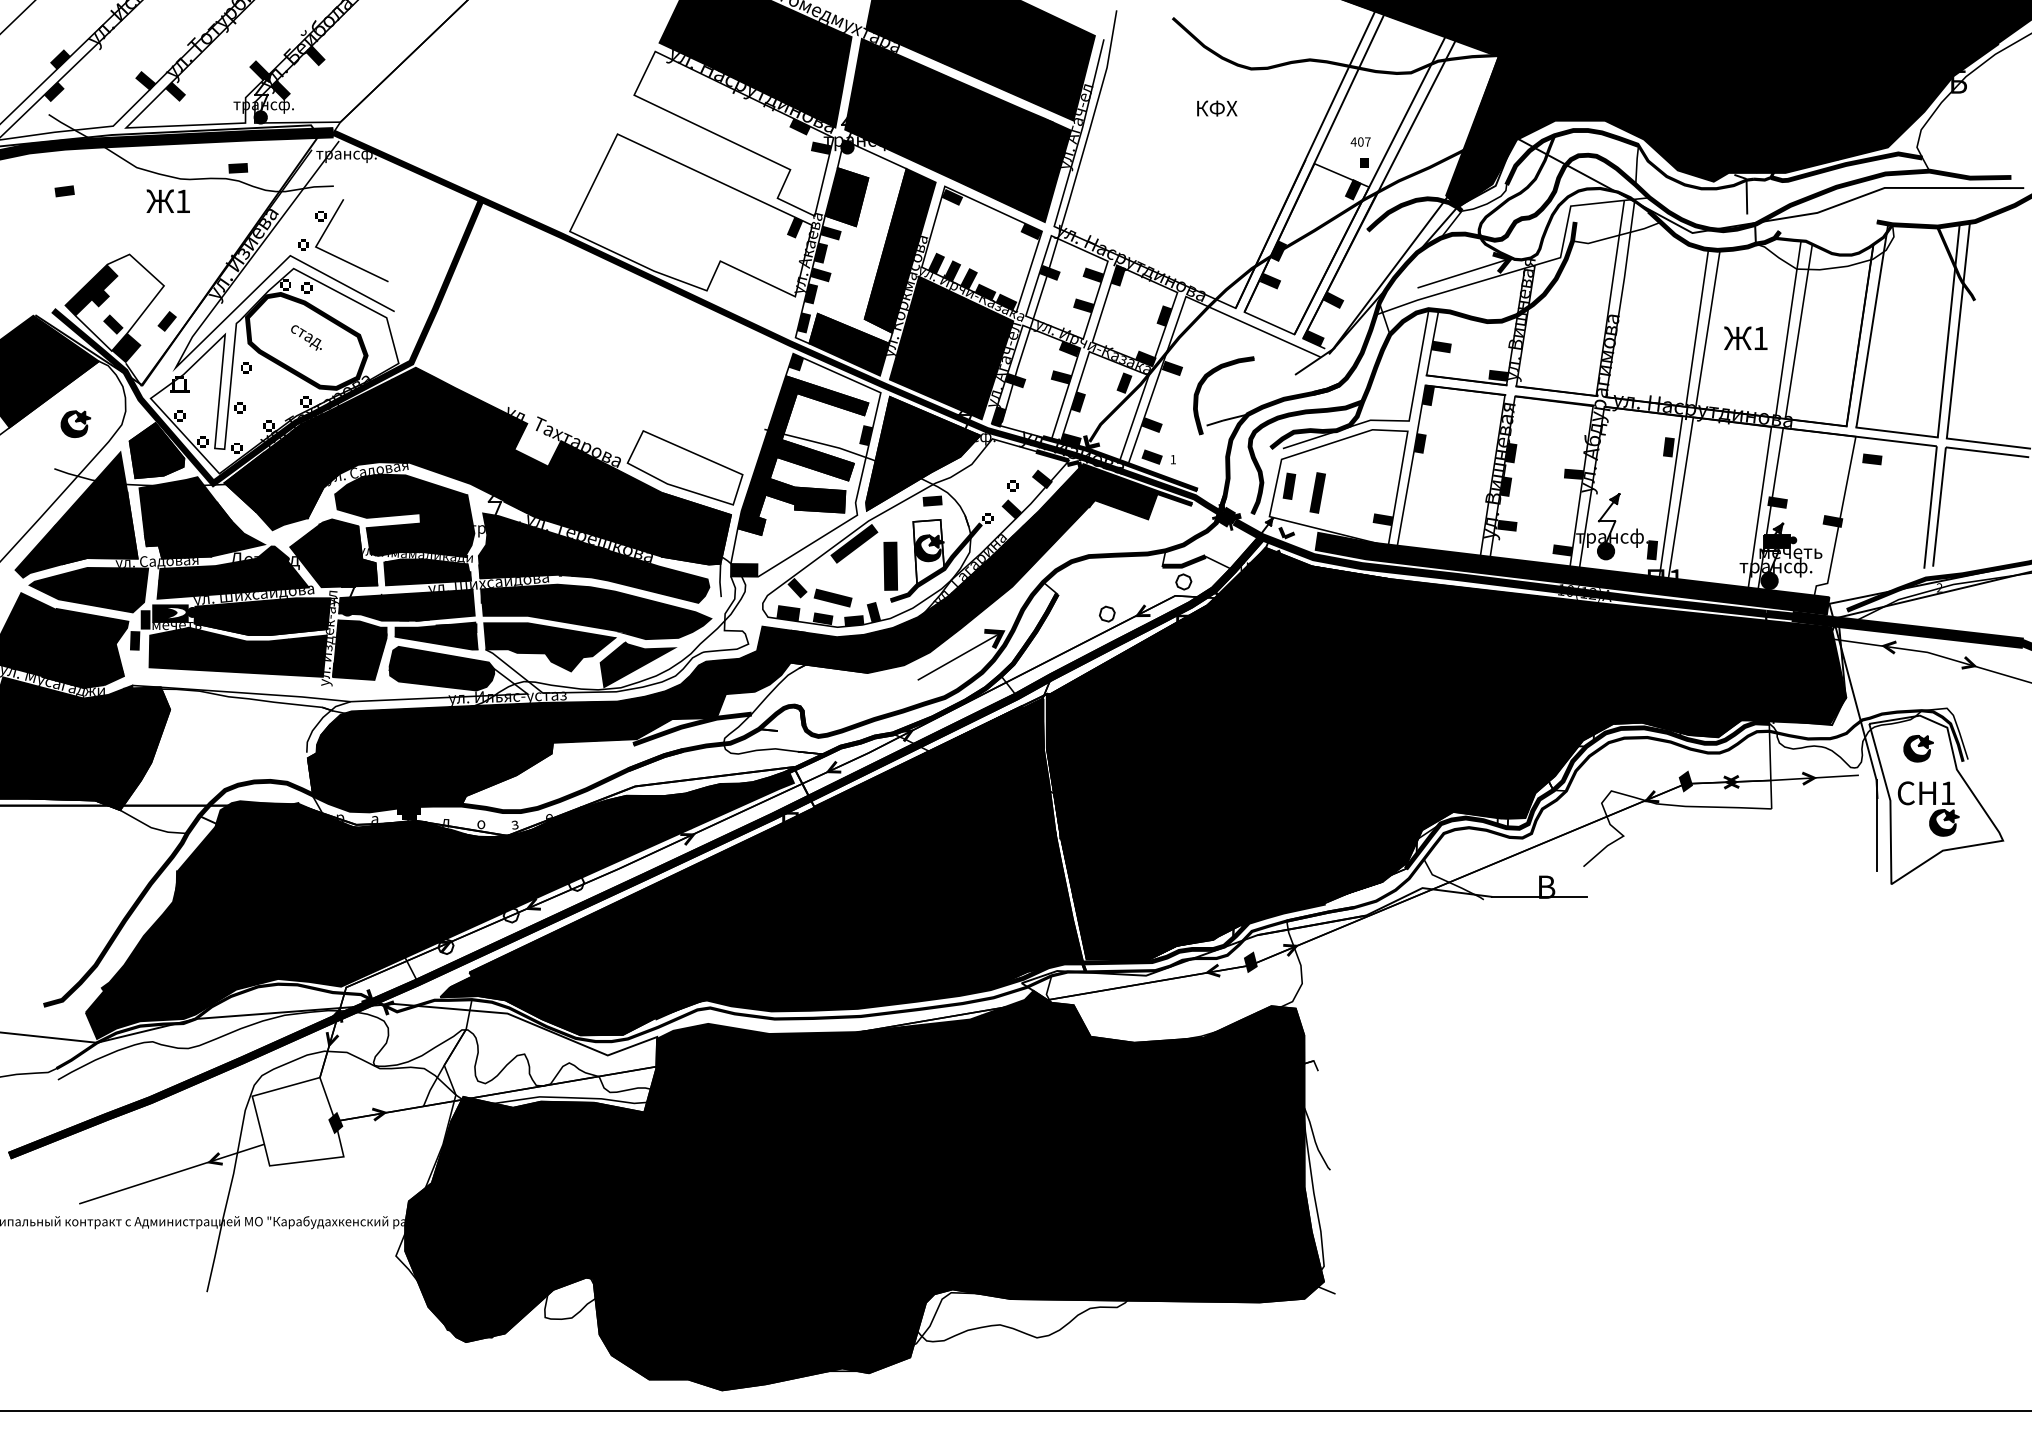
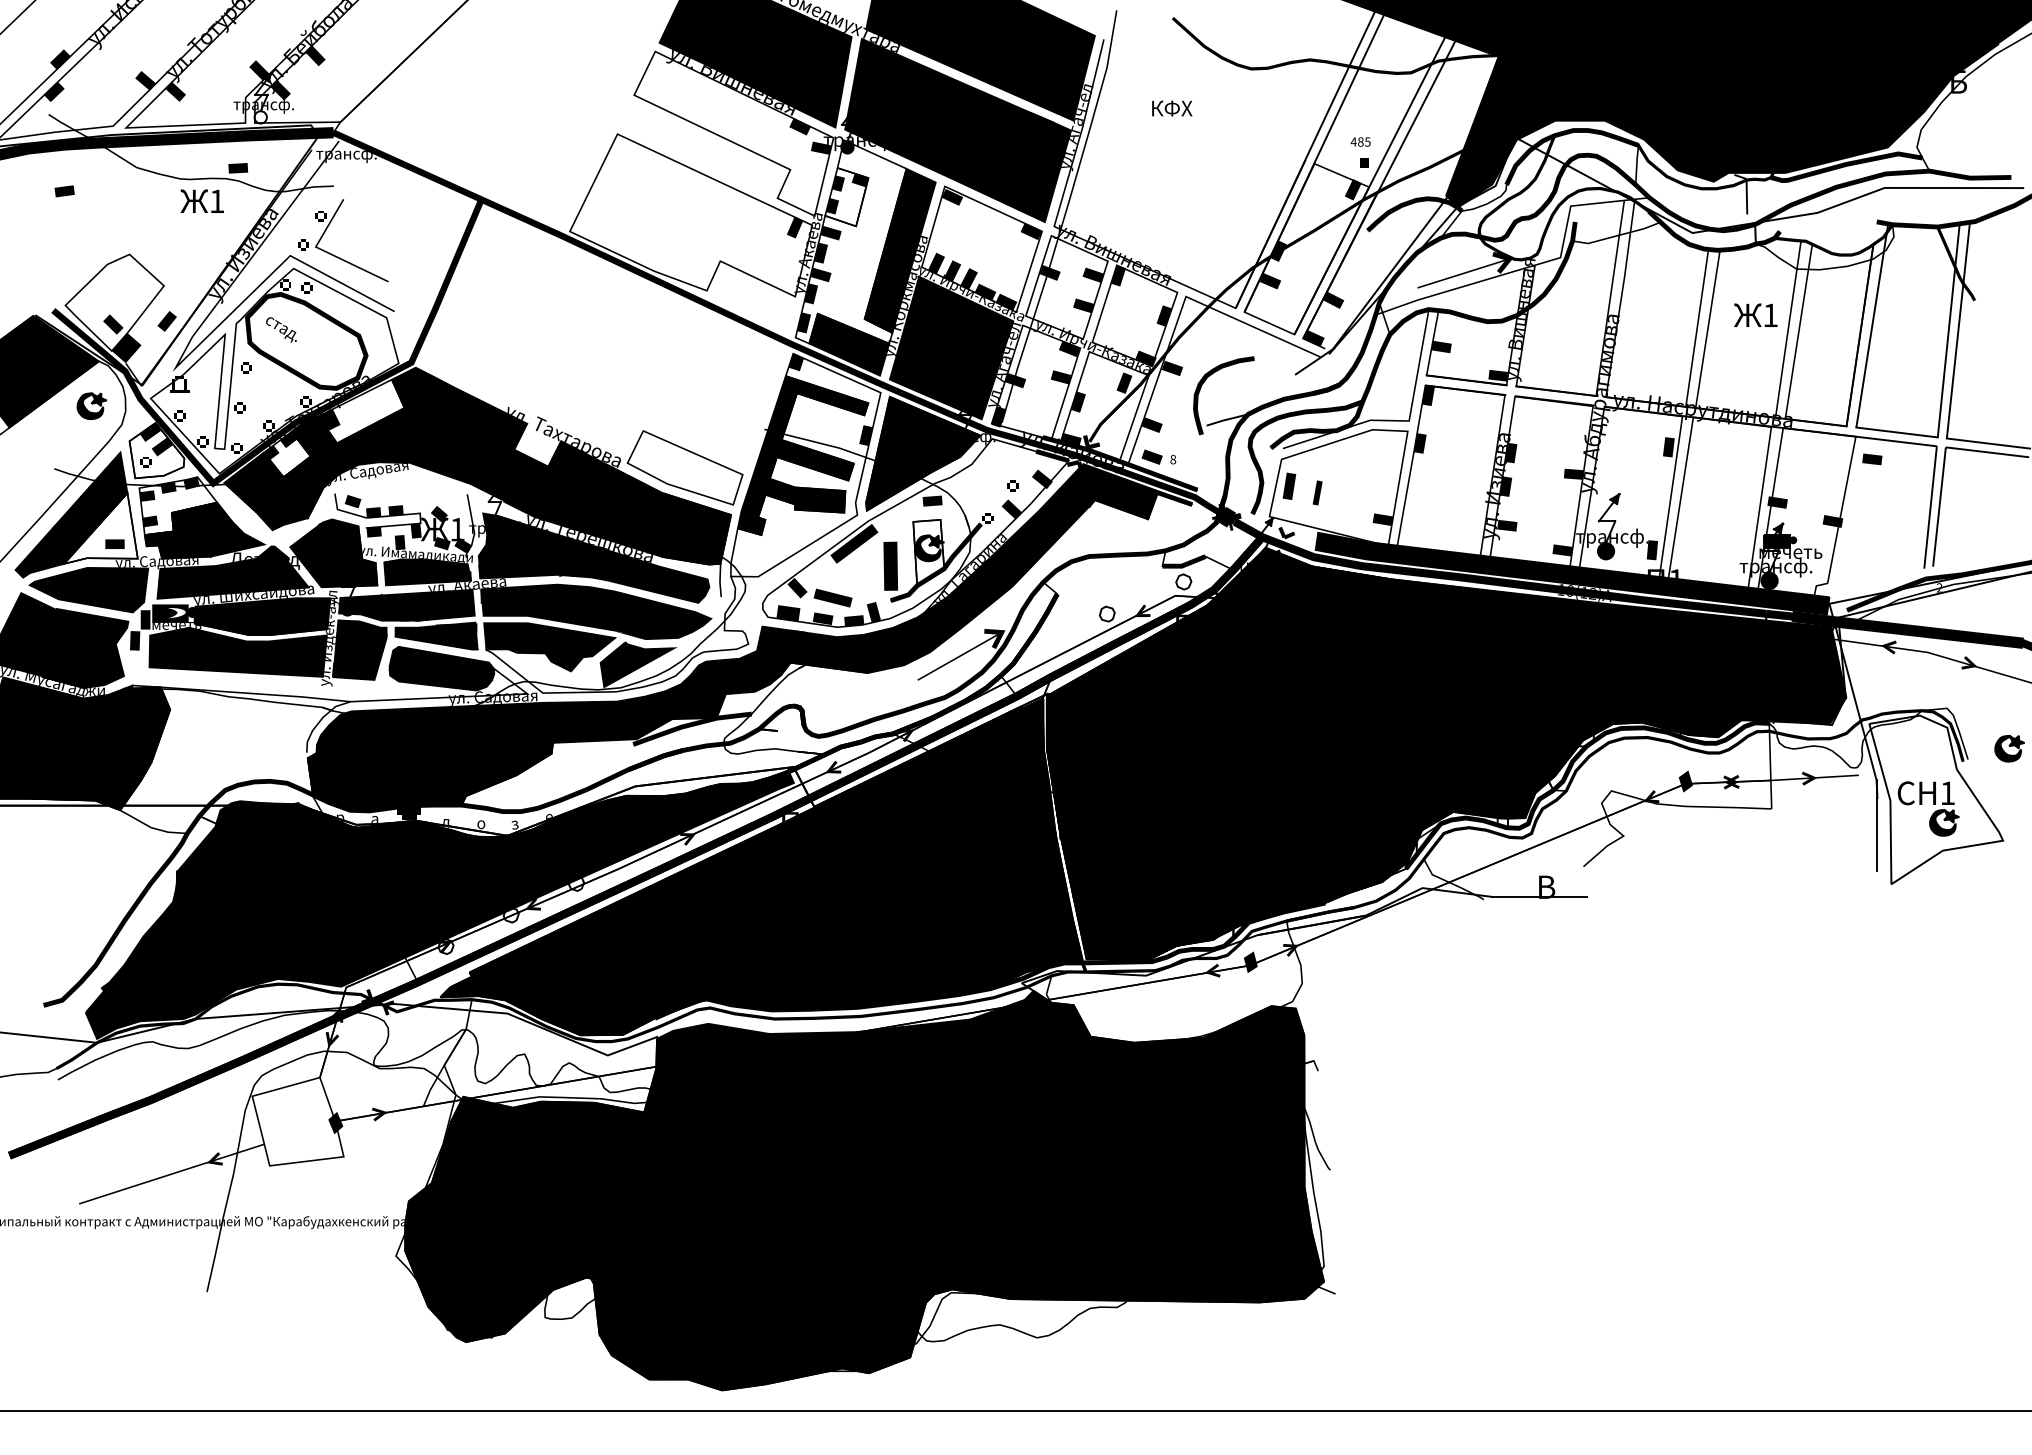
text at (767, 100): ул. Насрутдинова -> ул. Вишневая
text at (1217, 108) position: (1217, 108) -> (1172, 108)
fill at (260, 117): present -> none
text at (1364, 141): 407 -> 485
fill at (846, 197): present -> none
text at (167, 200) position: (167, 200) -> (201, 200)
text at (1145, 268): ул. Насрутдинова -> ул. Вишневая
fill at (91, 290): present -> none
text at (306, 337) position: (306, 337) -> (281, 329)
text at (1745, 337) position: (1745, 337) -> (1755, 314)
fill at (362, 411): present -> none
part at (75, 423) position: (75, 423) -> (91, 405)
fill at (156, 450): present -> none
text at (1500, 452): ул. Вишневая -> ул. Изиева
fill at (286, 454): present -> none
text at (1173, 459): 1 -> 8
part at (1317, 492) size: 17x42 px -> 11x26 px
fill at (178, 506): present -> none
fill at (404, 515): present -> none
fill at (100, 528): present -> none
fill at (744, 569): present -> none
text at (501, 582): ул. Шихсаидова -> ул. Акаева
text at (520, 697): ул. Ильяс-устаз -> ул. Садовая
part at (1918, 748) position: (1918, 748) -> (2009, 748)
